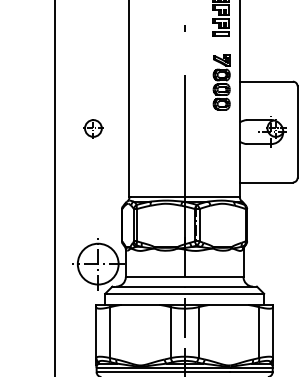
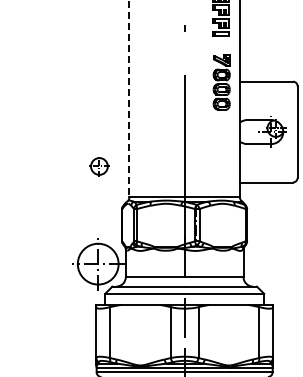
line at (129, 99): solid -> dashed
part at (93, 128) position: (93, 128) -> (99, 166)
line at (55, 187): present -> none
